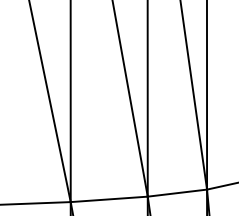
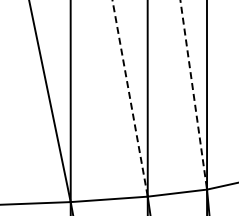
line at (193, 95): solid -> dashed
line at (130, 98): solid -> dashed
